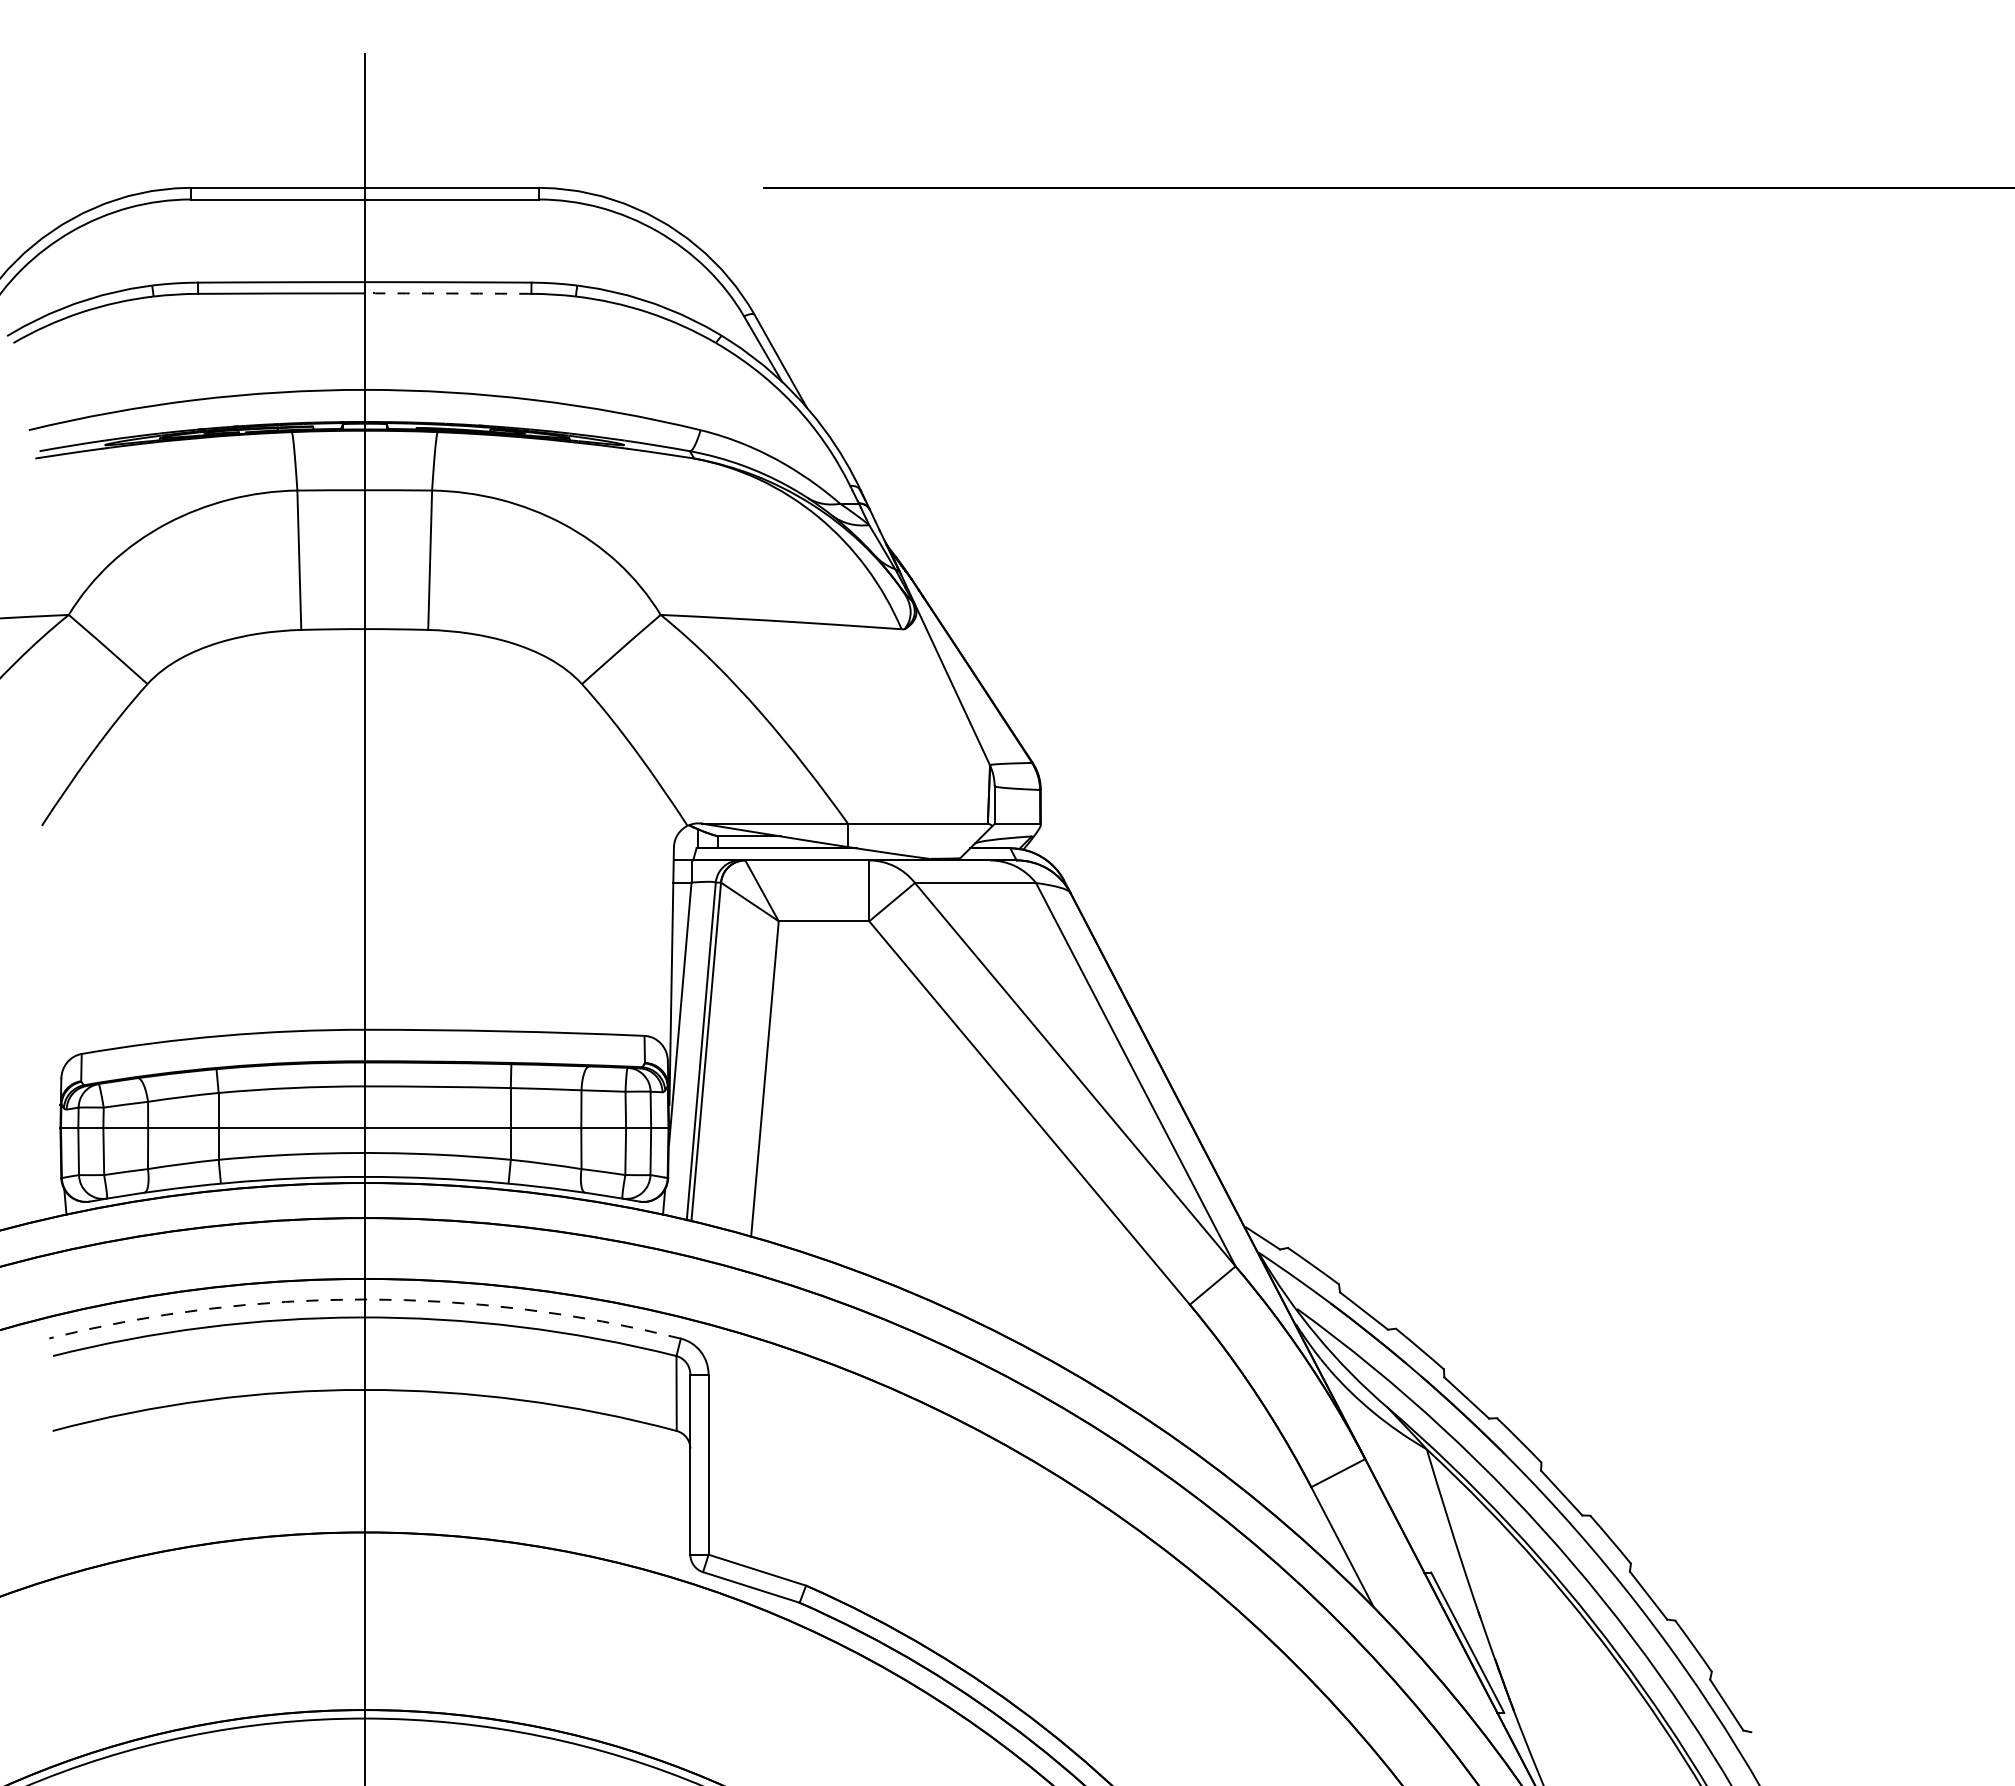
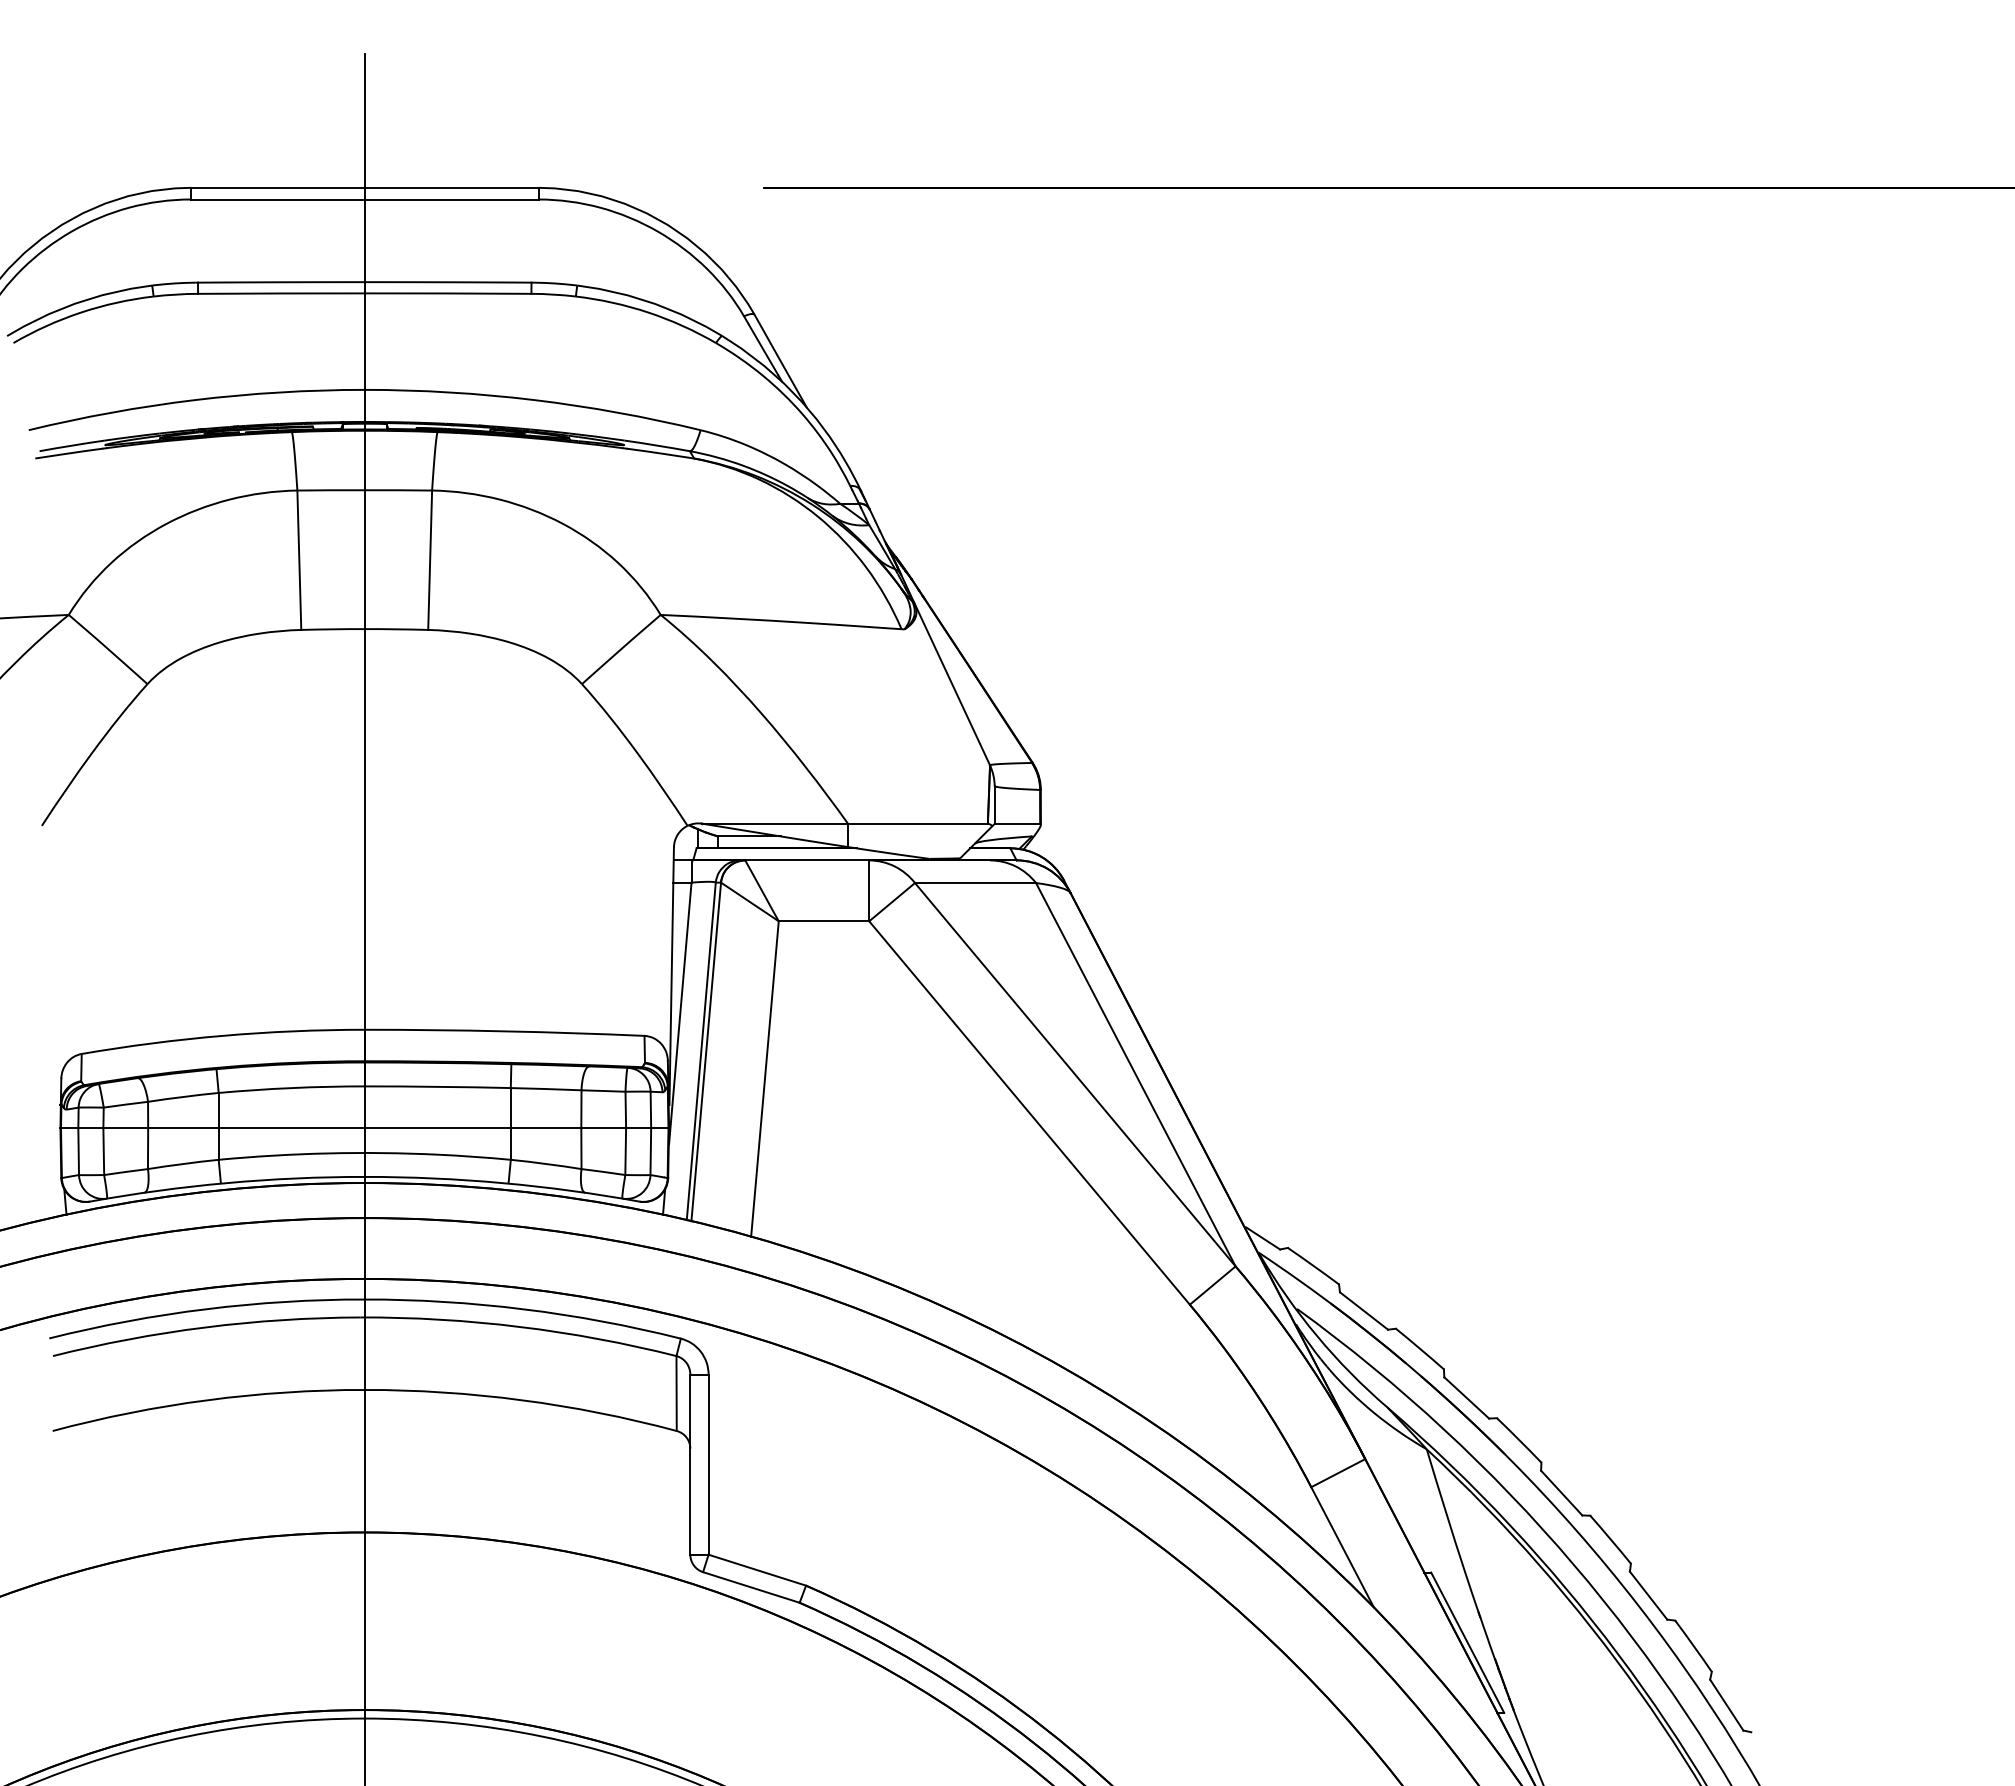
arc at (448, 293): dashed -> solid
arc at (364, 1299): dashed -> solid
